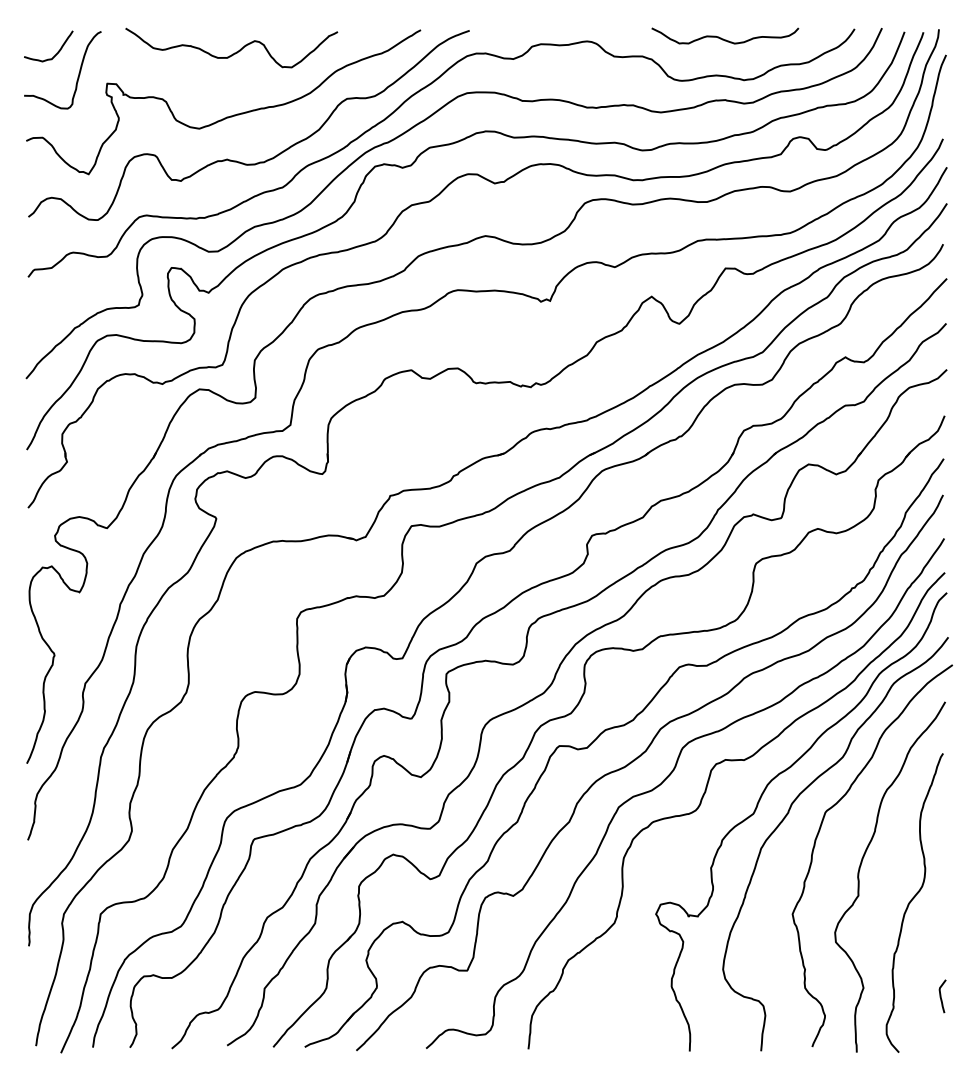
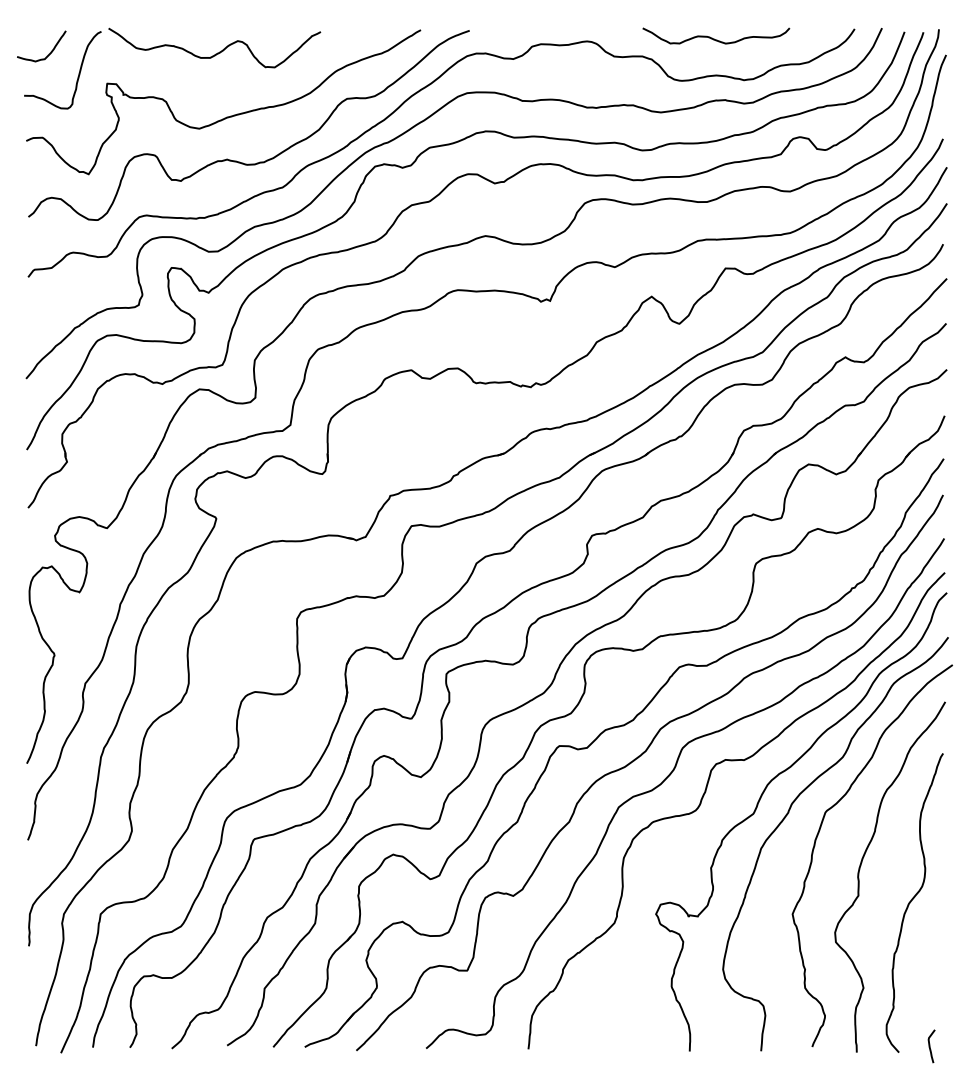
curve at (723, 38) position: (723, 38) -> (714, 38)
curve at (57, 51) position: (57, 51) -> (50, 51)
curve at (234, 52) position: (234, 52) -> (217, 52)
curve at (941, 996) position: (941, 996) -> (930, 1046)
